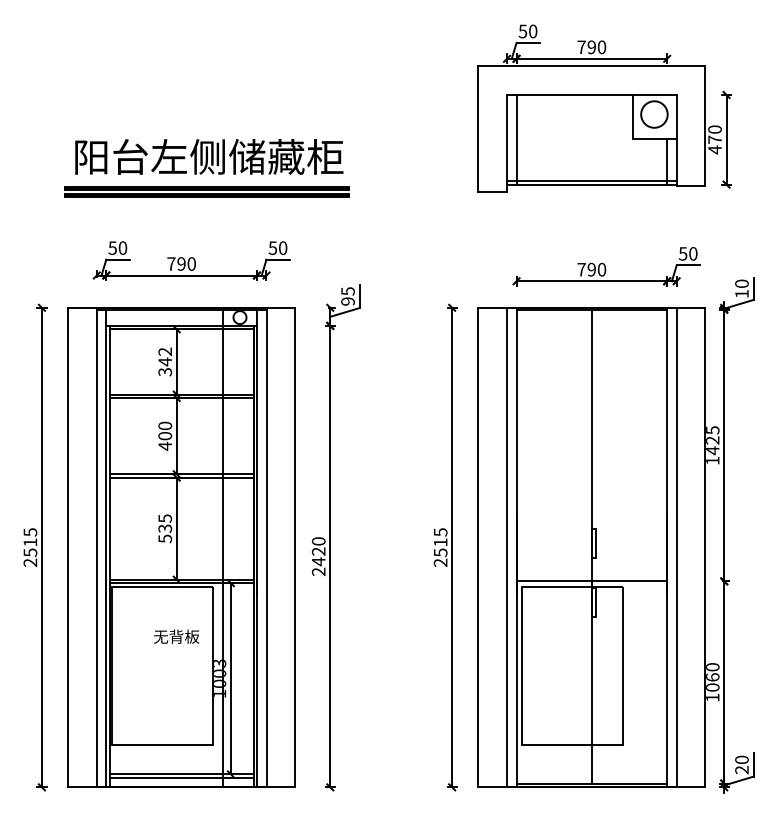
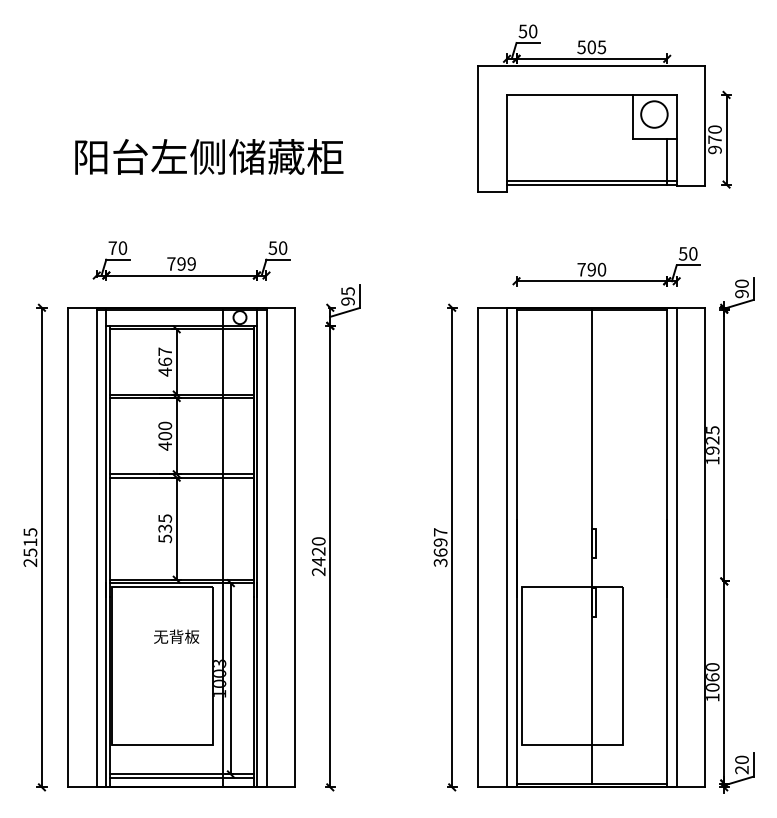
text at (591, 47): 790 -> 505
line at (516, 139): present -> none
text at (714, 149): 470 -> 970
part at (206, 191): present -> none
text at (112, 248): 50 -> 70
text at (191, 263): 790 -> 799
text at (741, 293): 10 -> 90
text at (165, 361): 342 -> 467
text at (712, 450): 1425 -> 1925
text at (440, 547): 2515 -> 3697
line at (591, 581): present -> none
